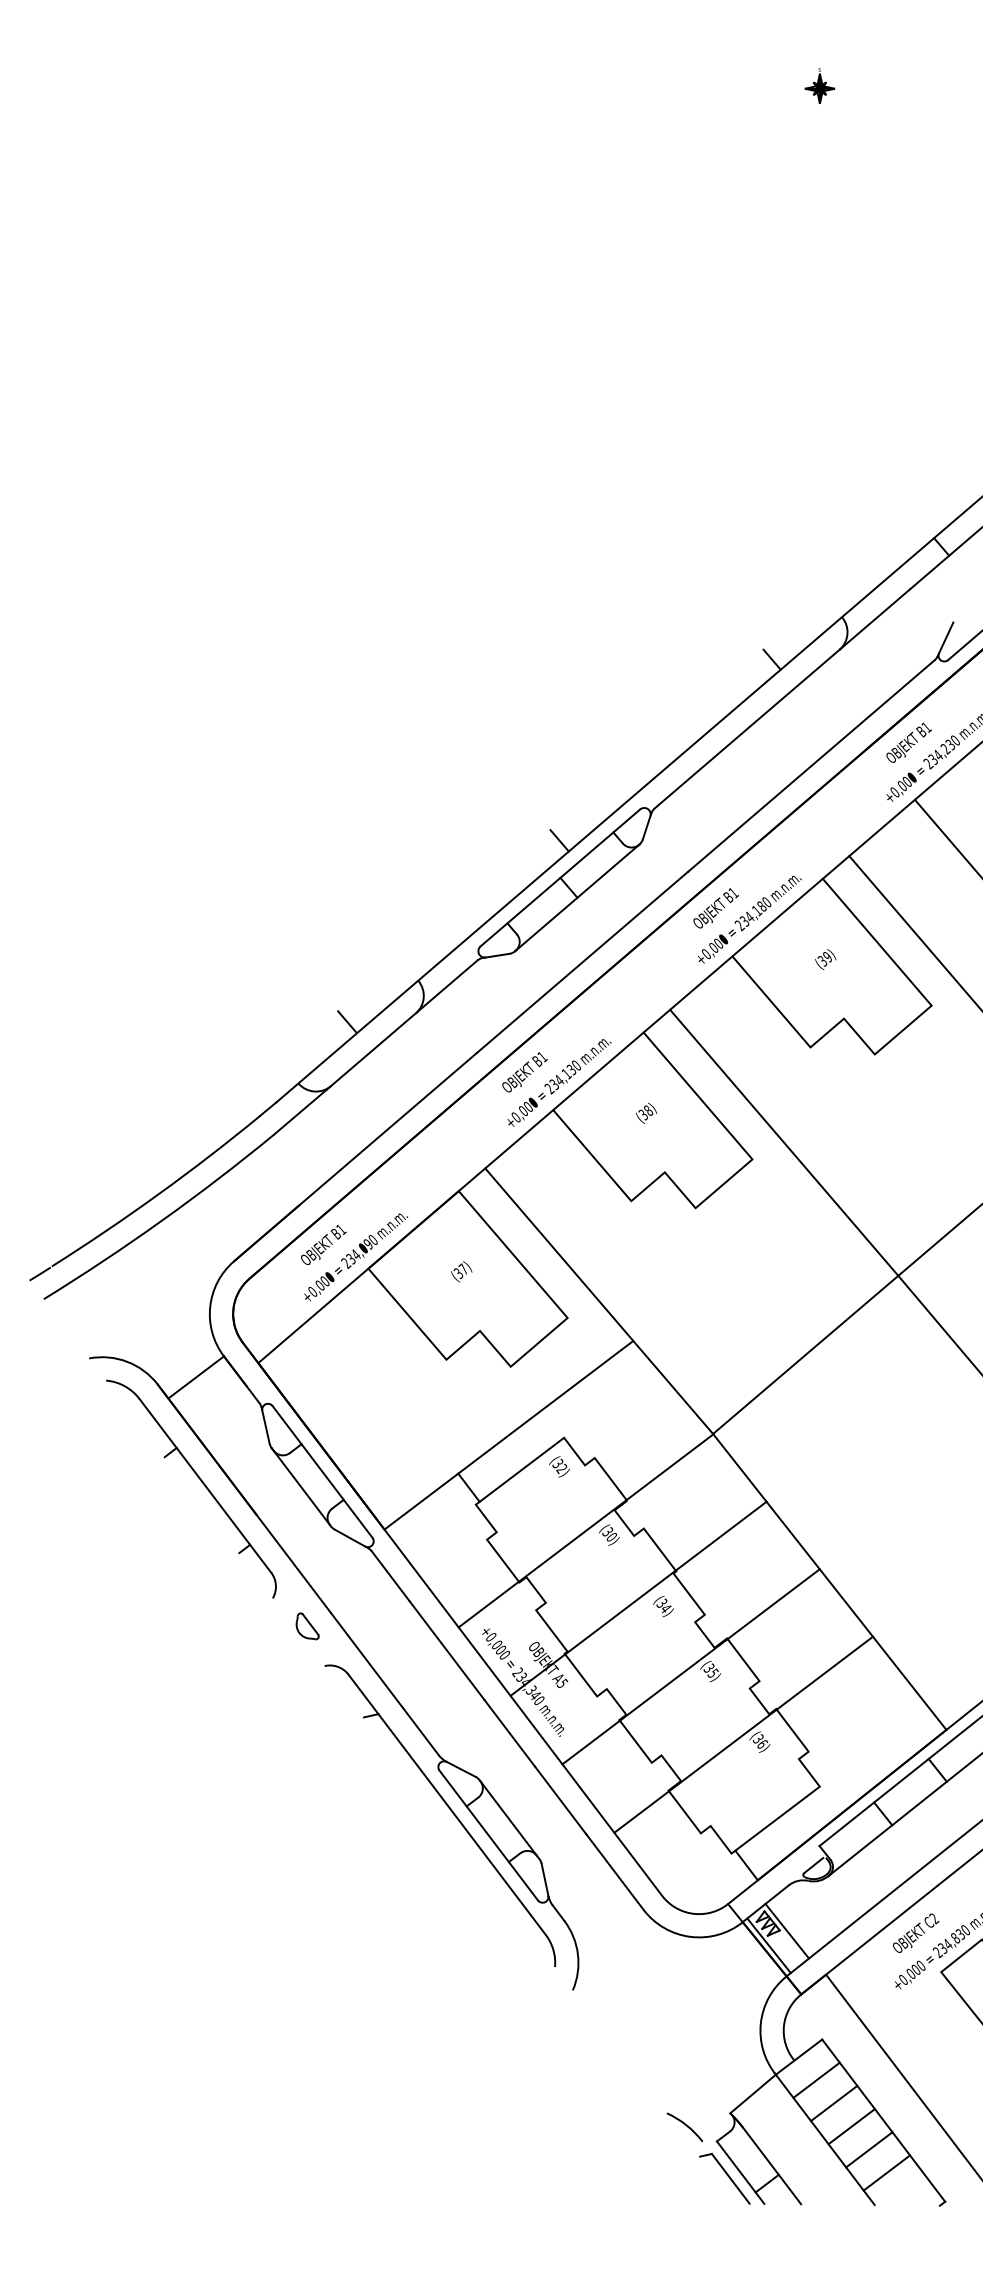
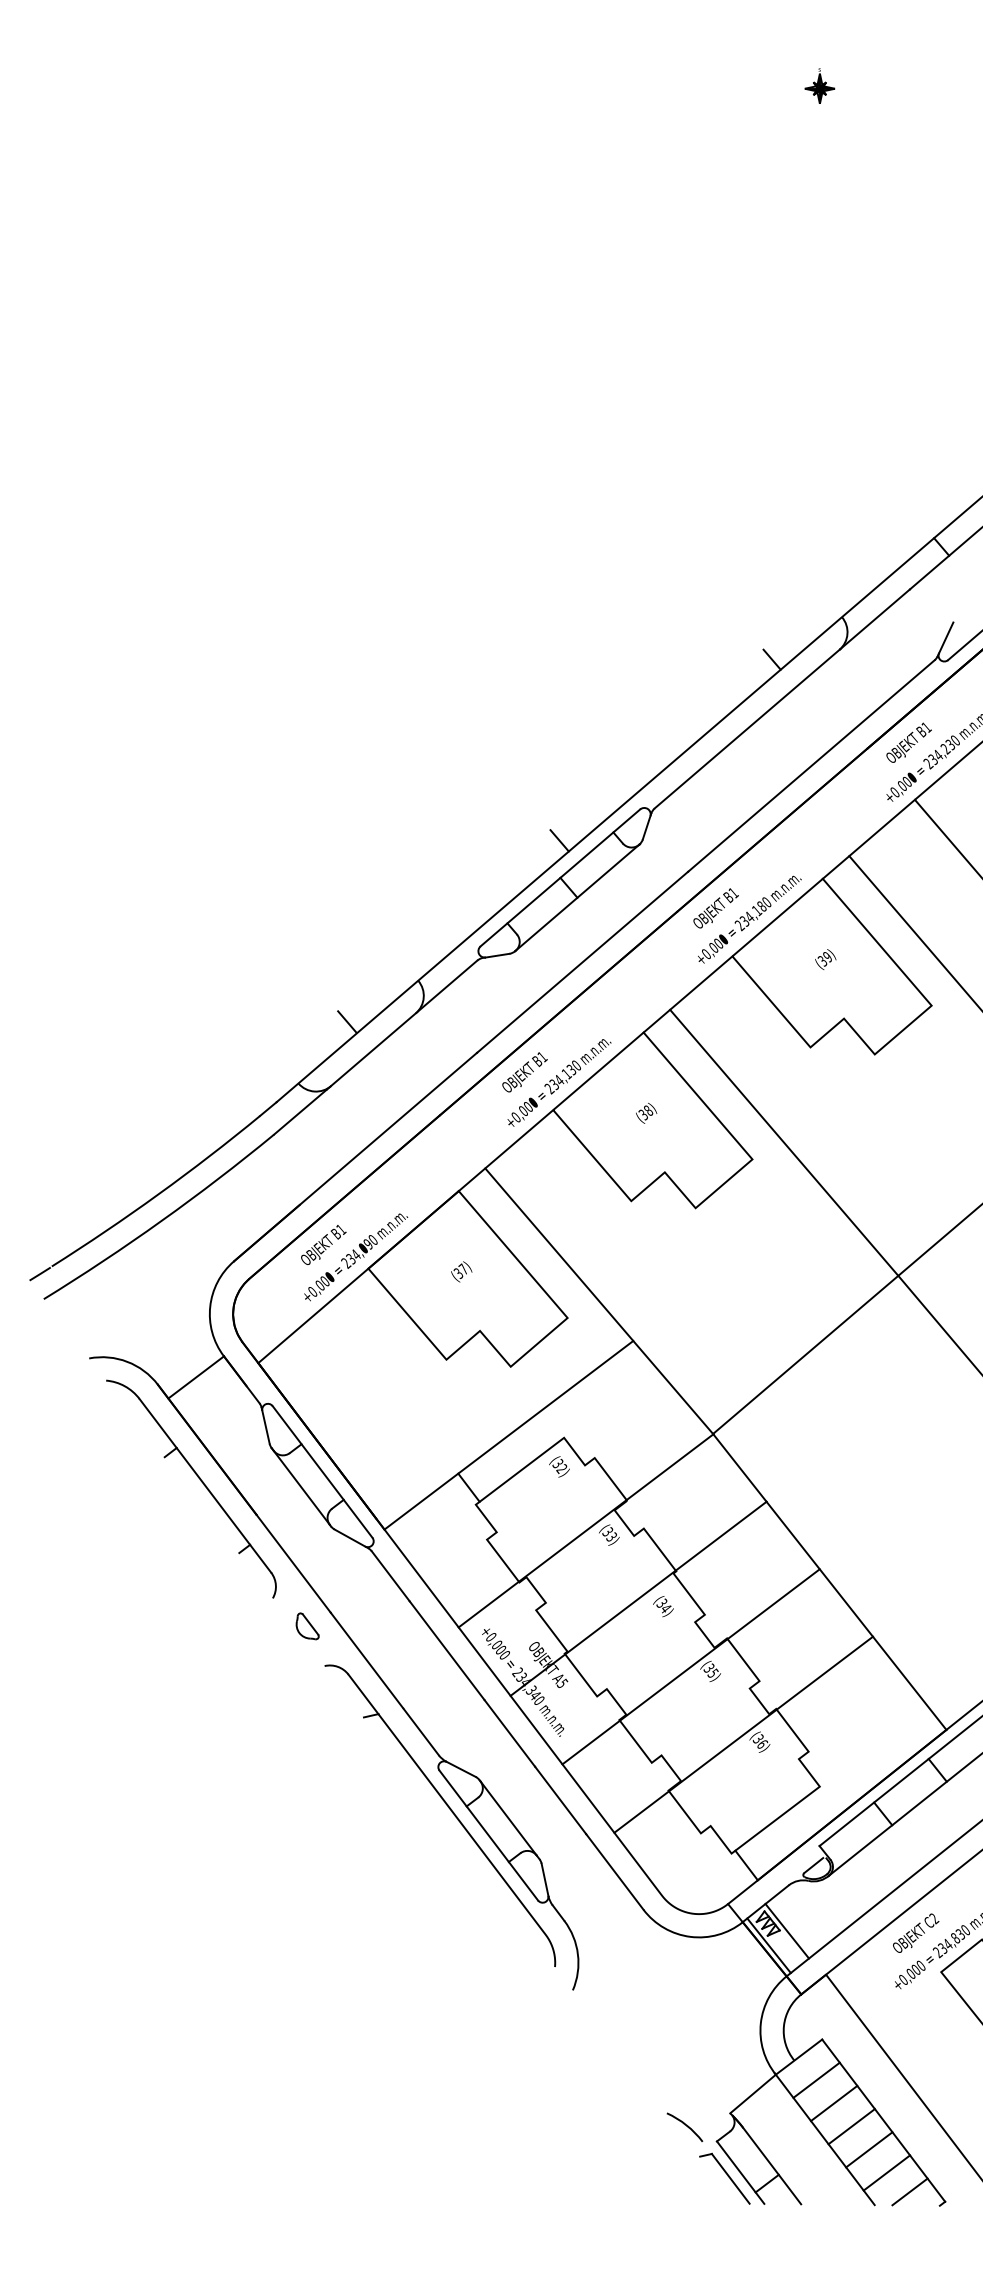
text at (610, 1536): (30) -> (33)
line at (909, 2191): none -> present
